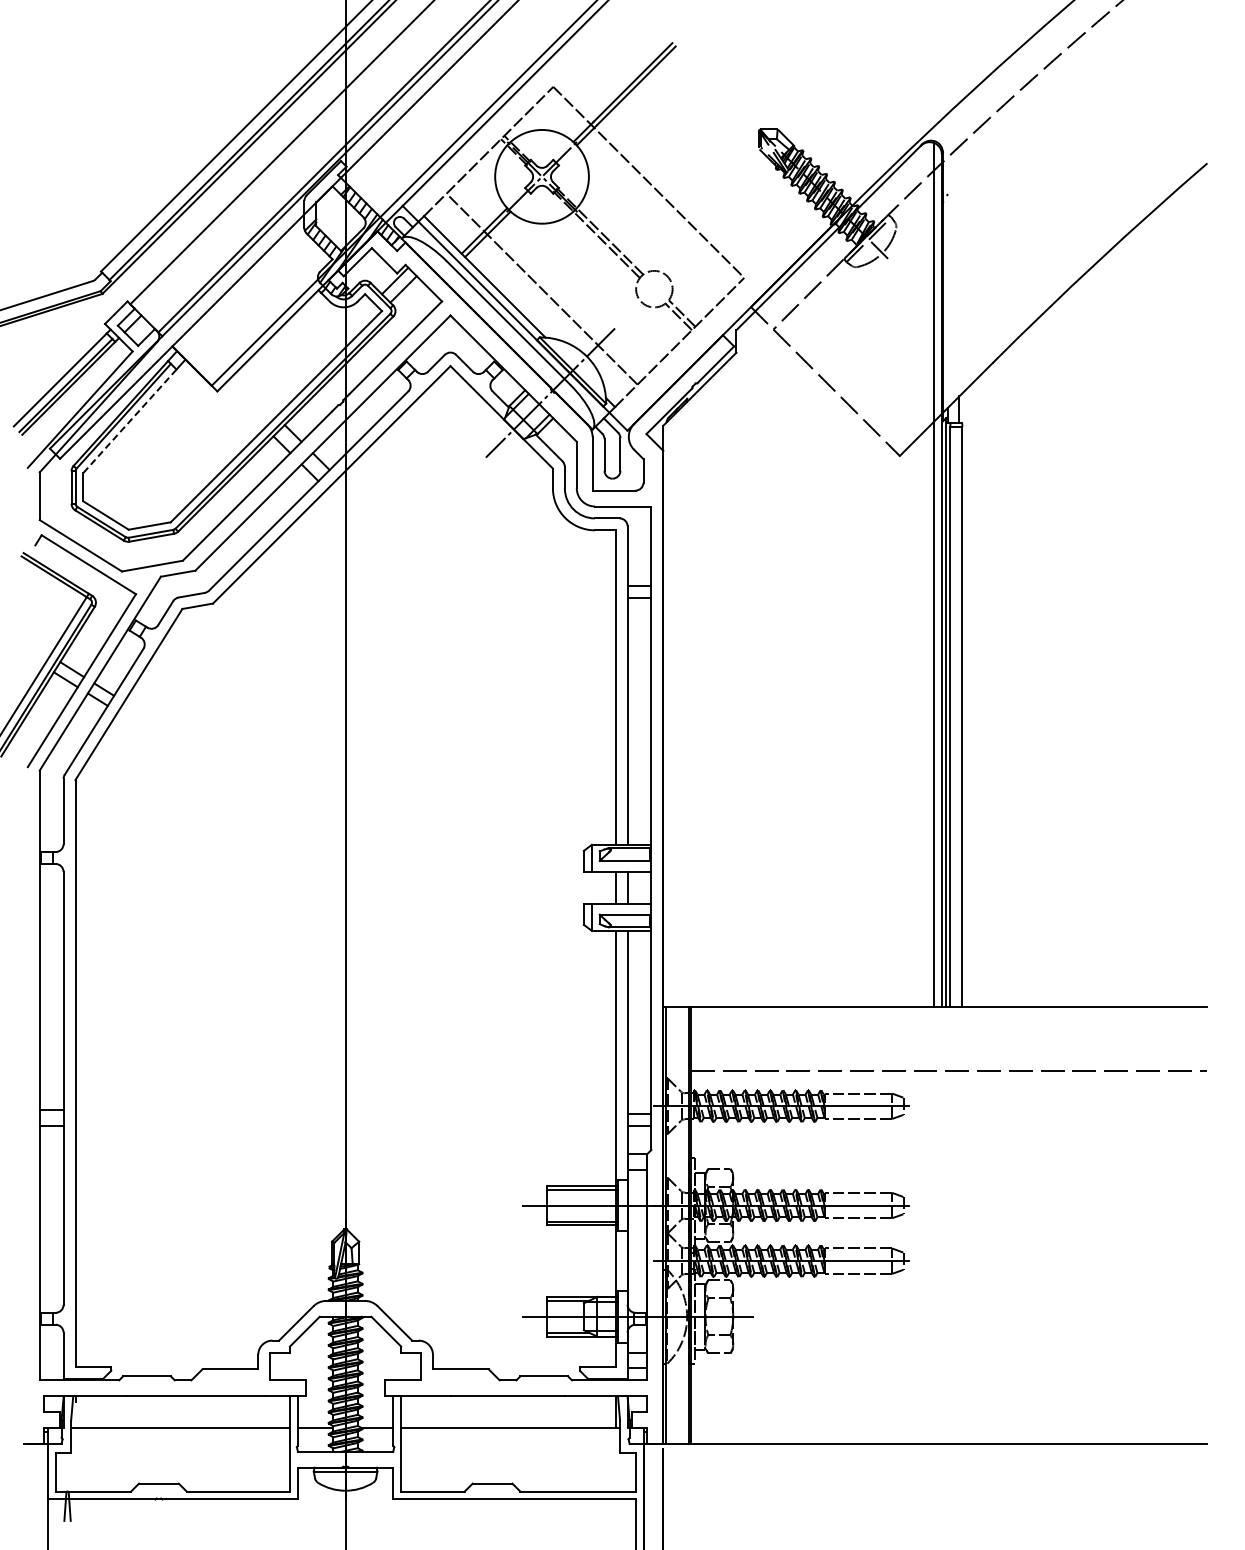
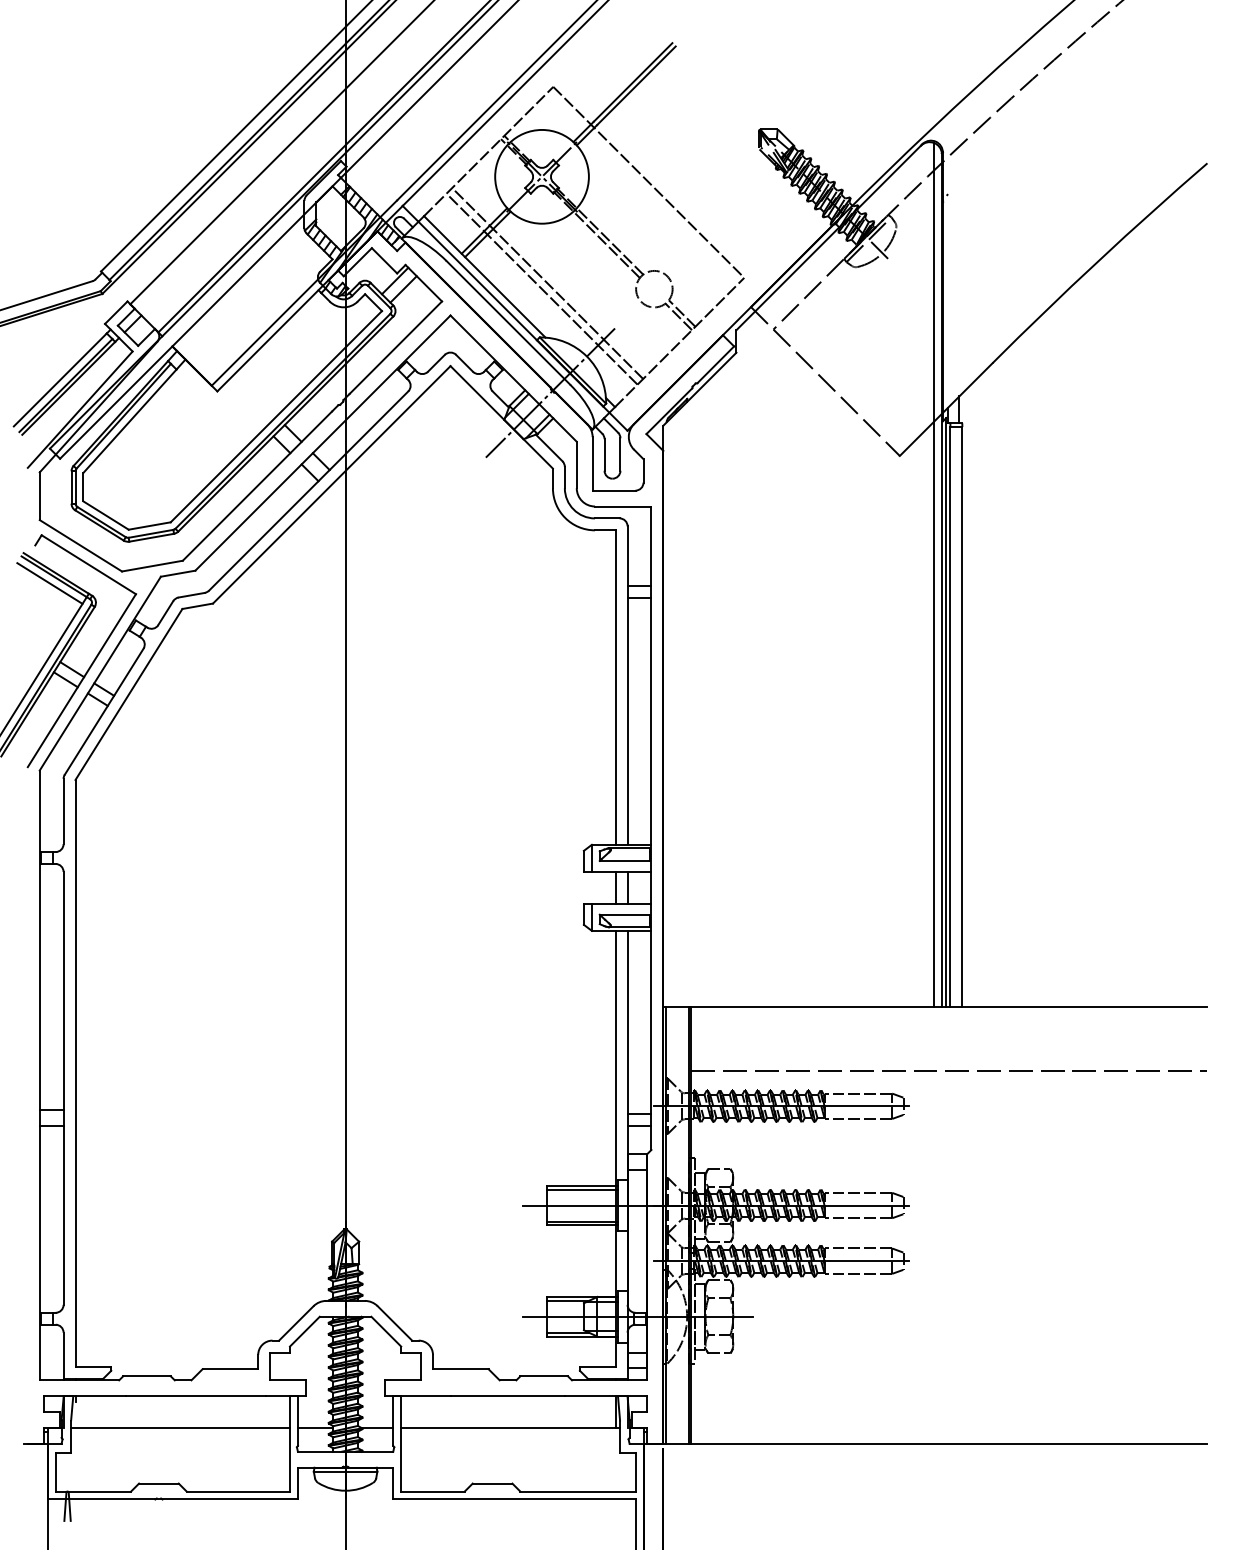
line at (547, 283): none -> present
line at (130, 421): dashed -> solid
line at (49, 583): none -> present
